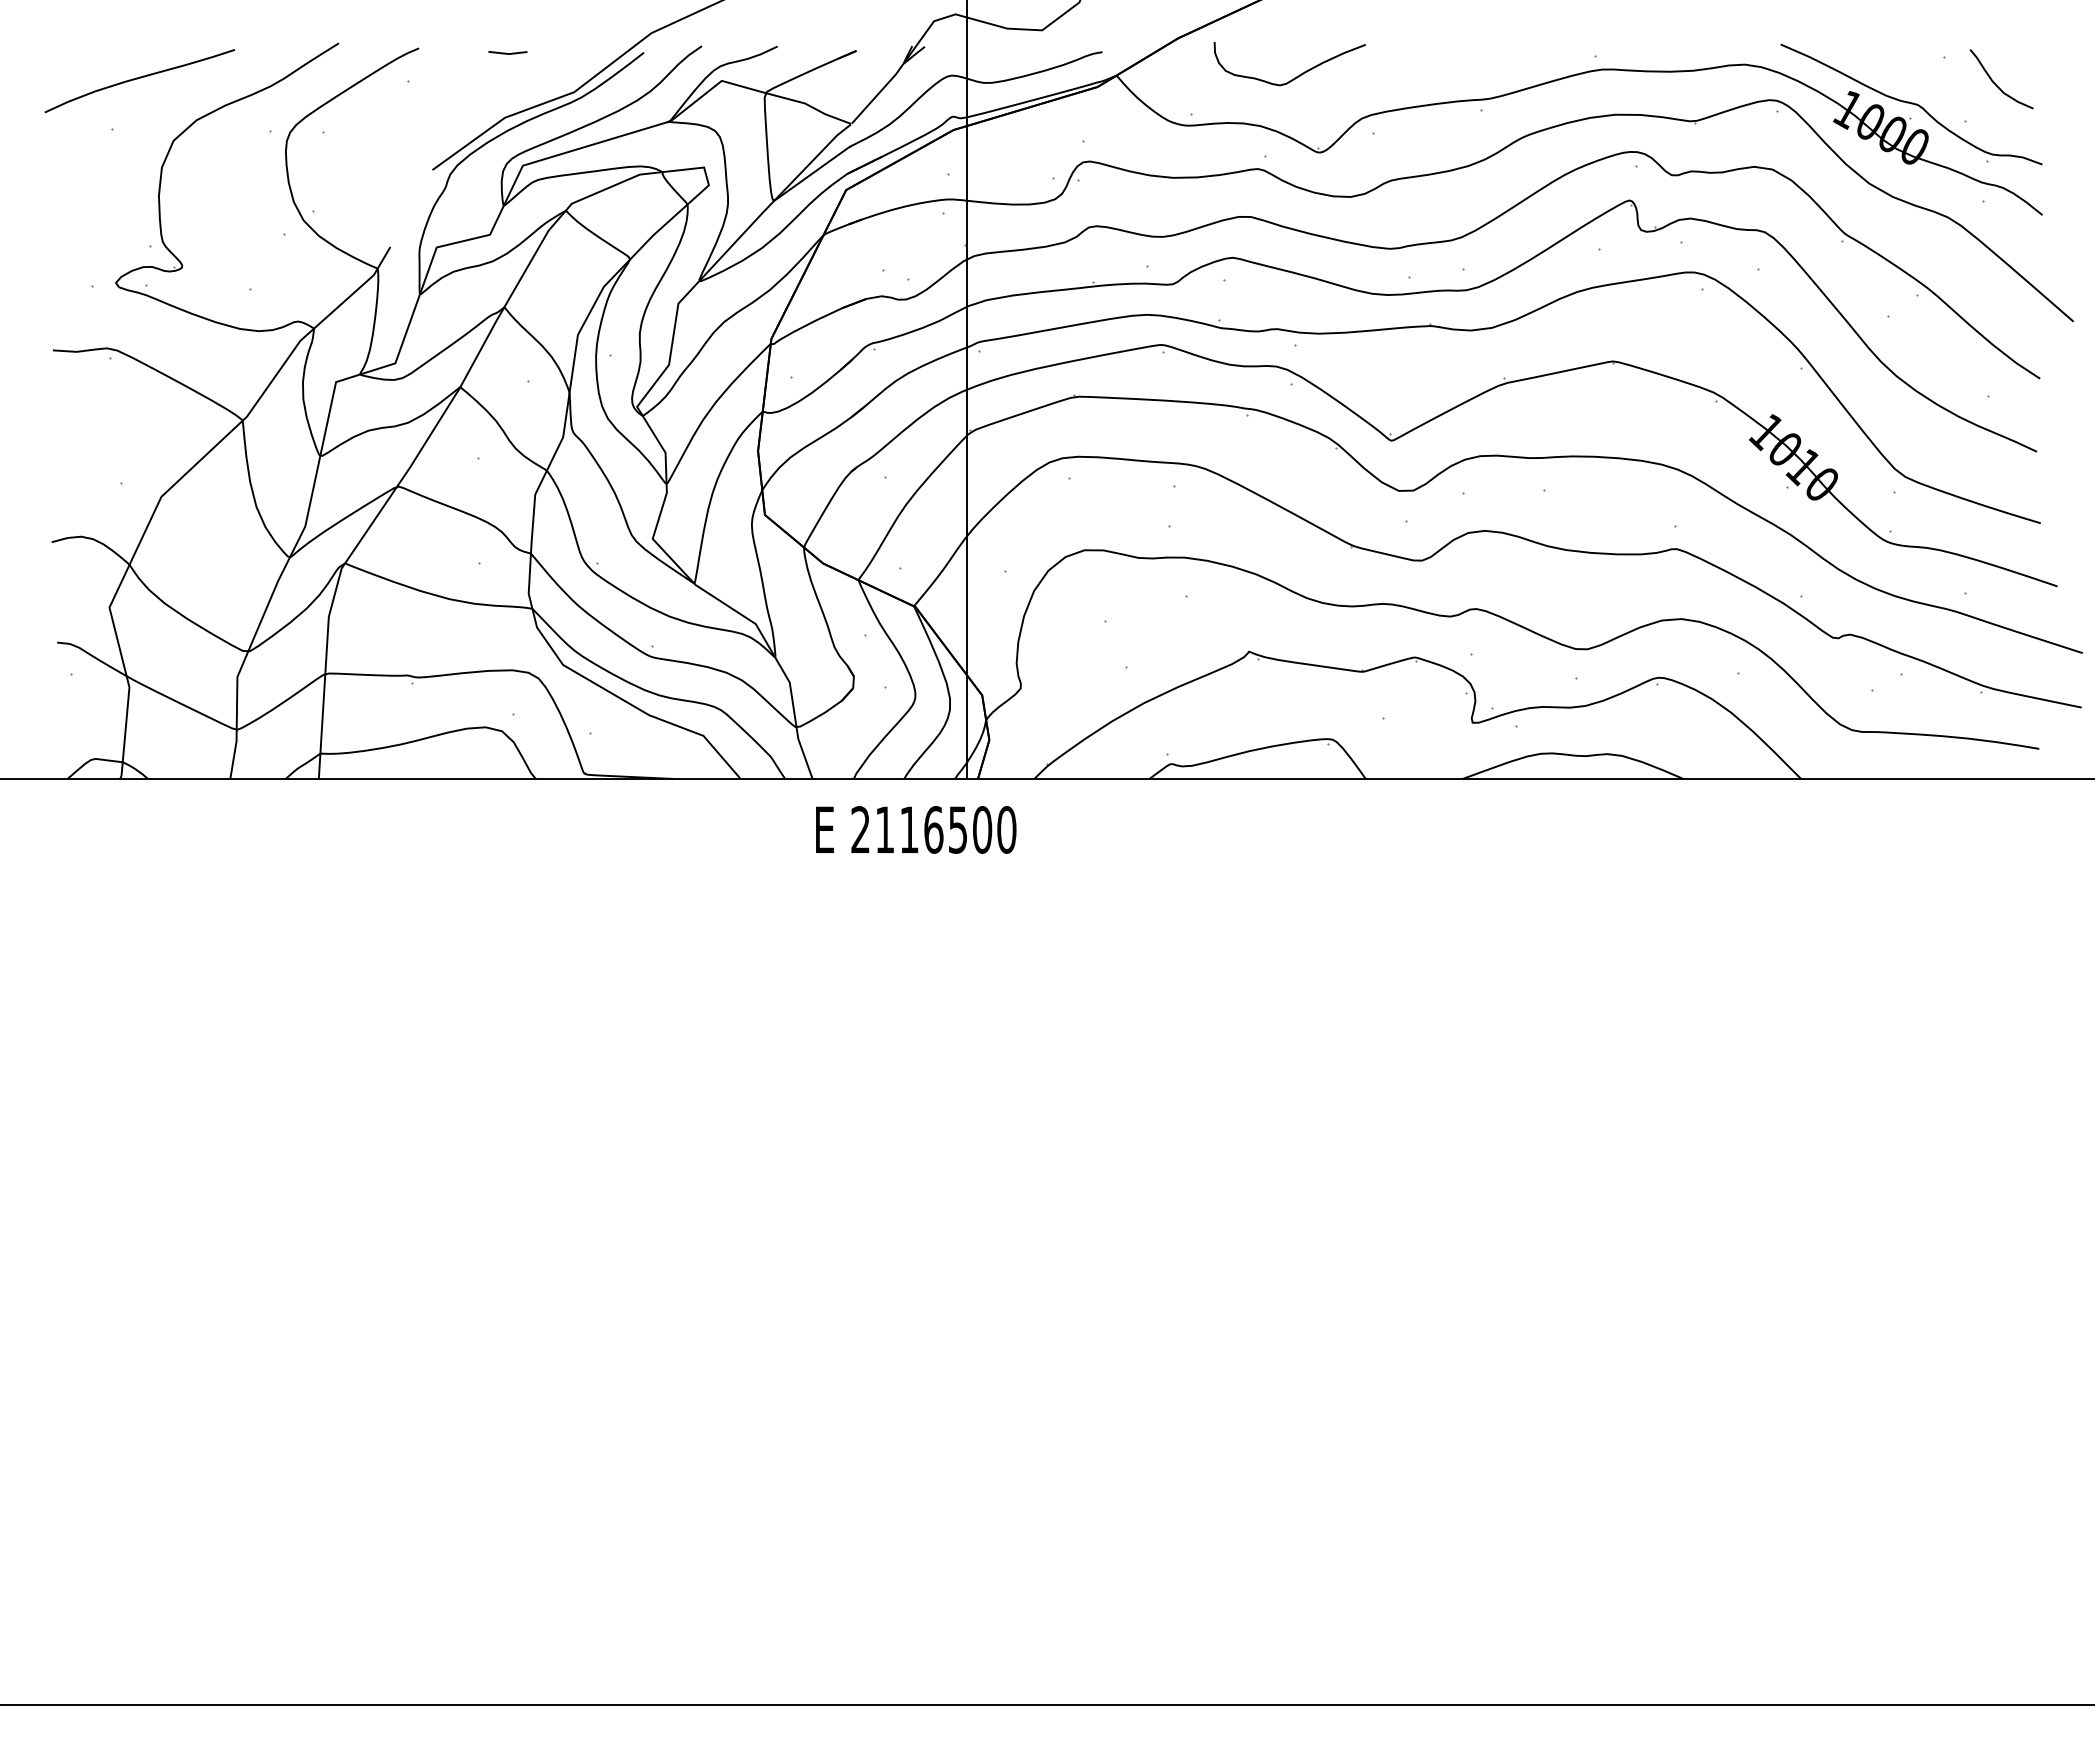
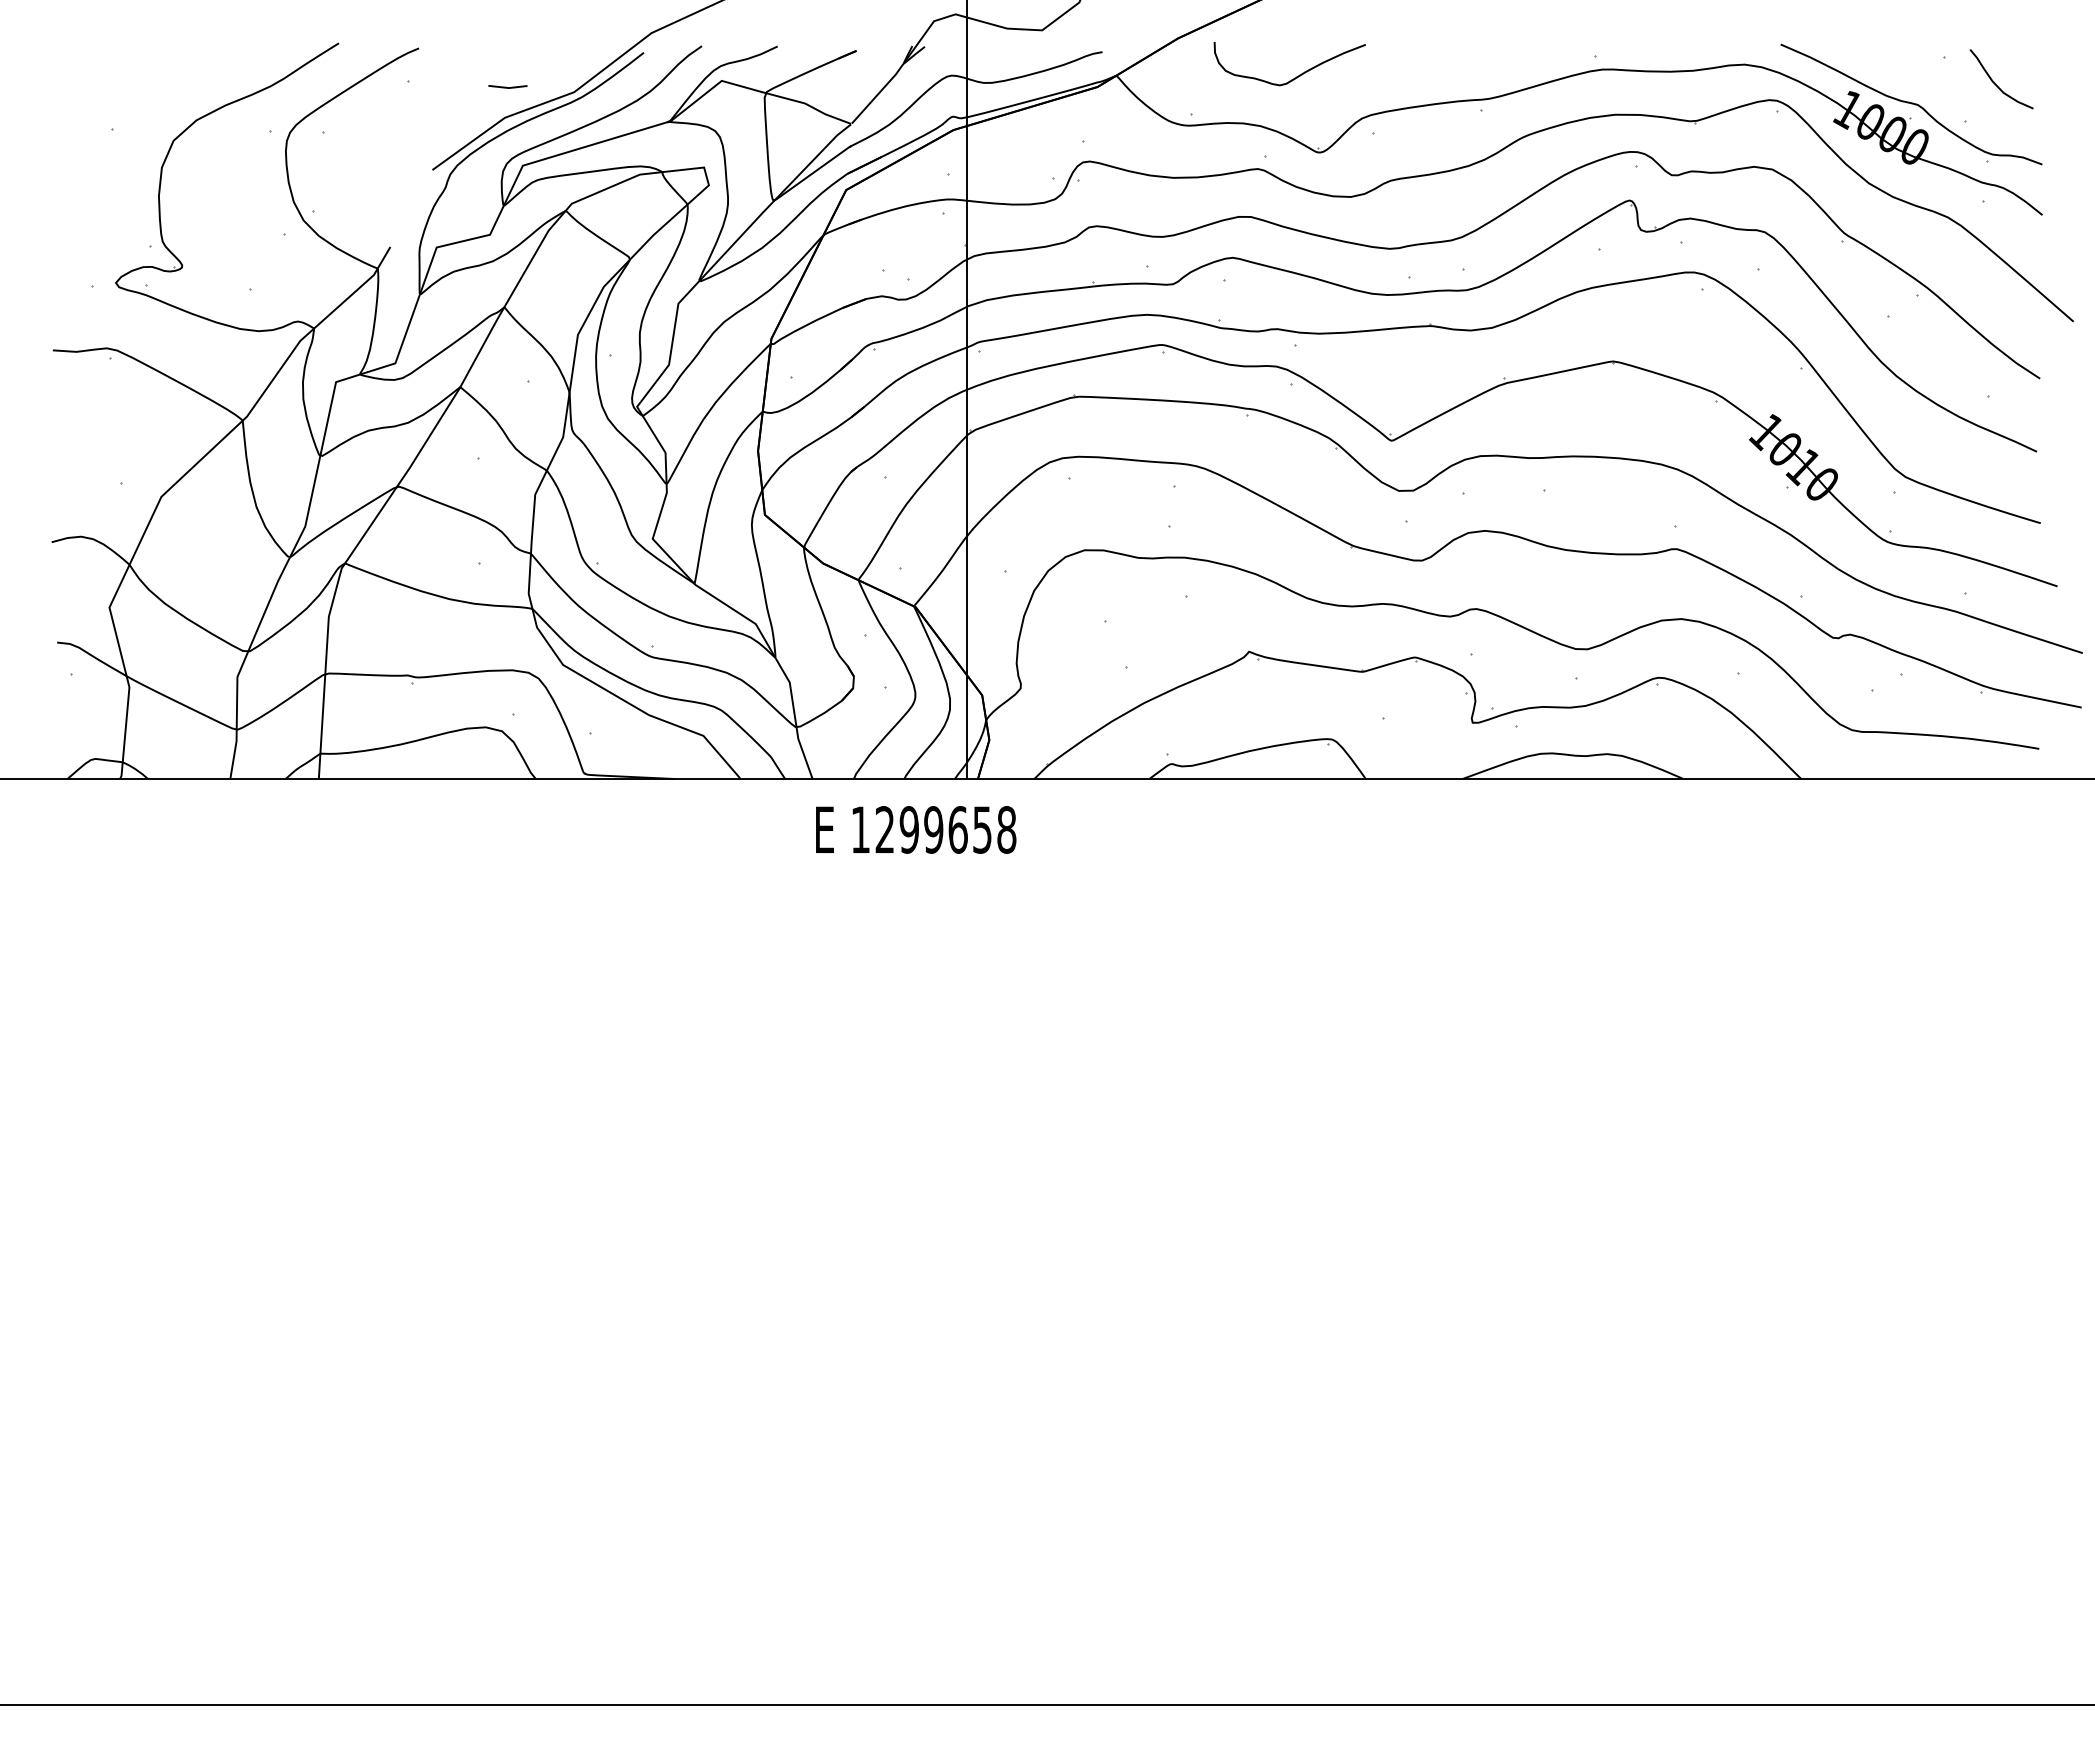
line at (506, 52) position: (506, 52) -> (506, 86)
curve at (137, 79): present -> none
text at (933, 829): 2116500 -> 1299658
